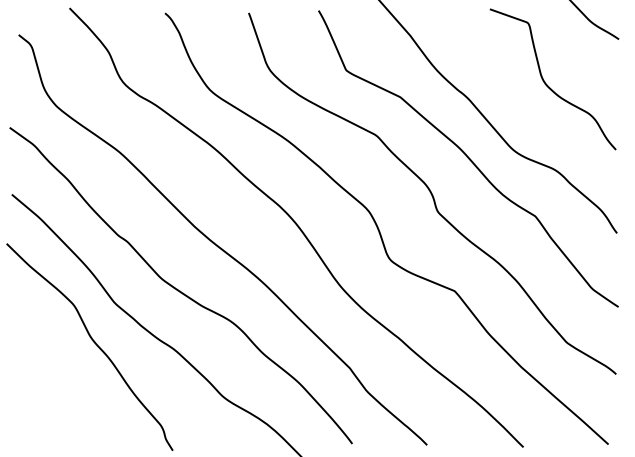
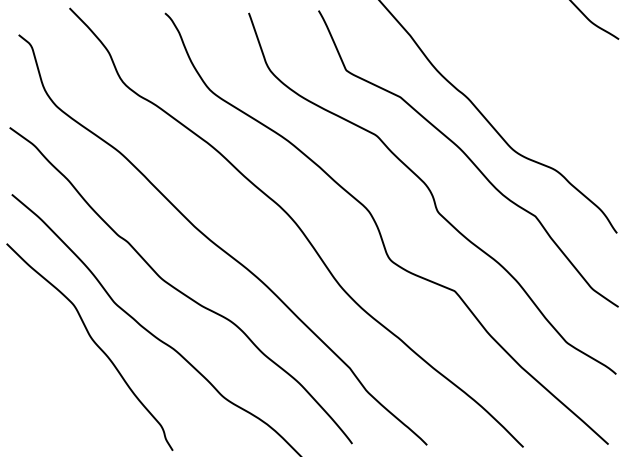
curve at (547, 84): present -> none
